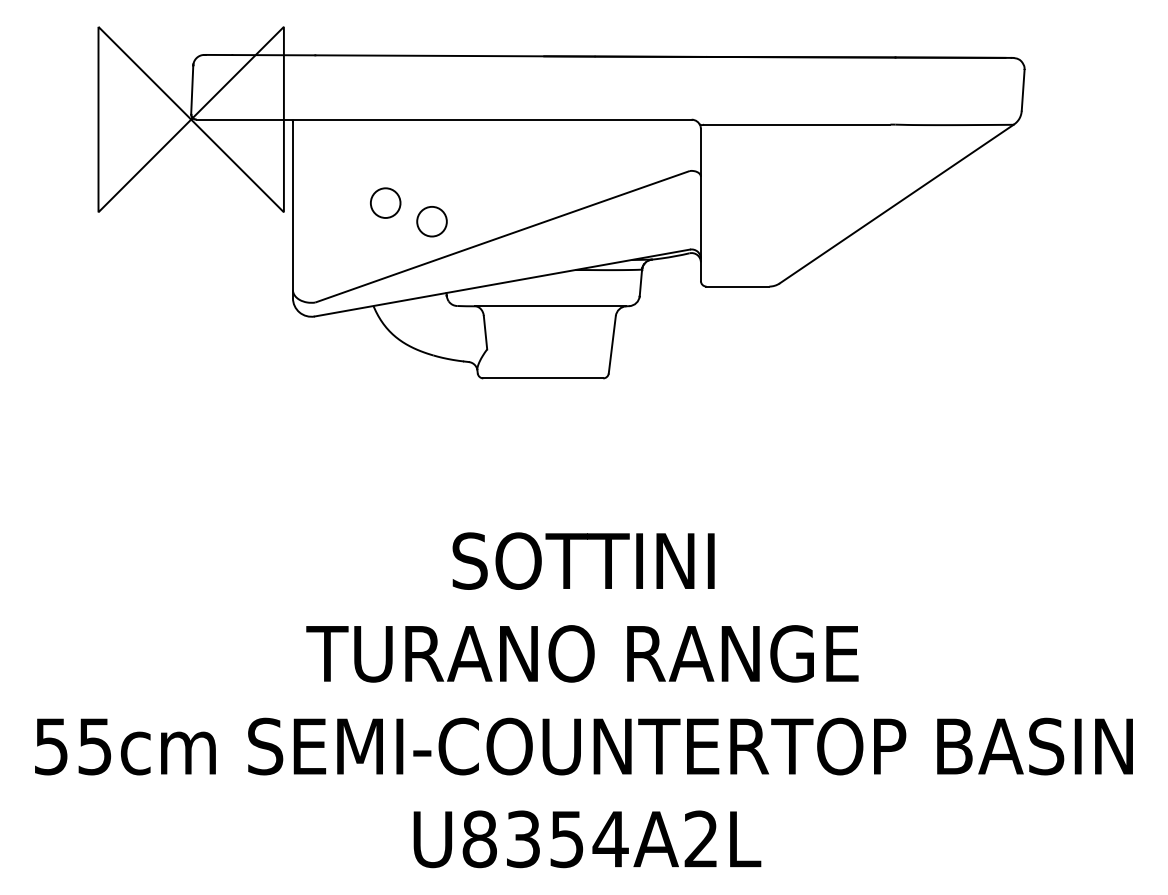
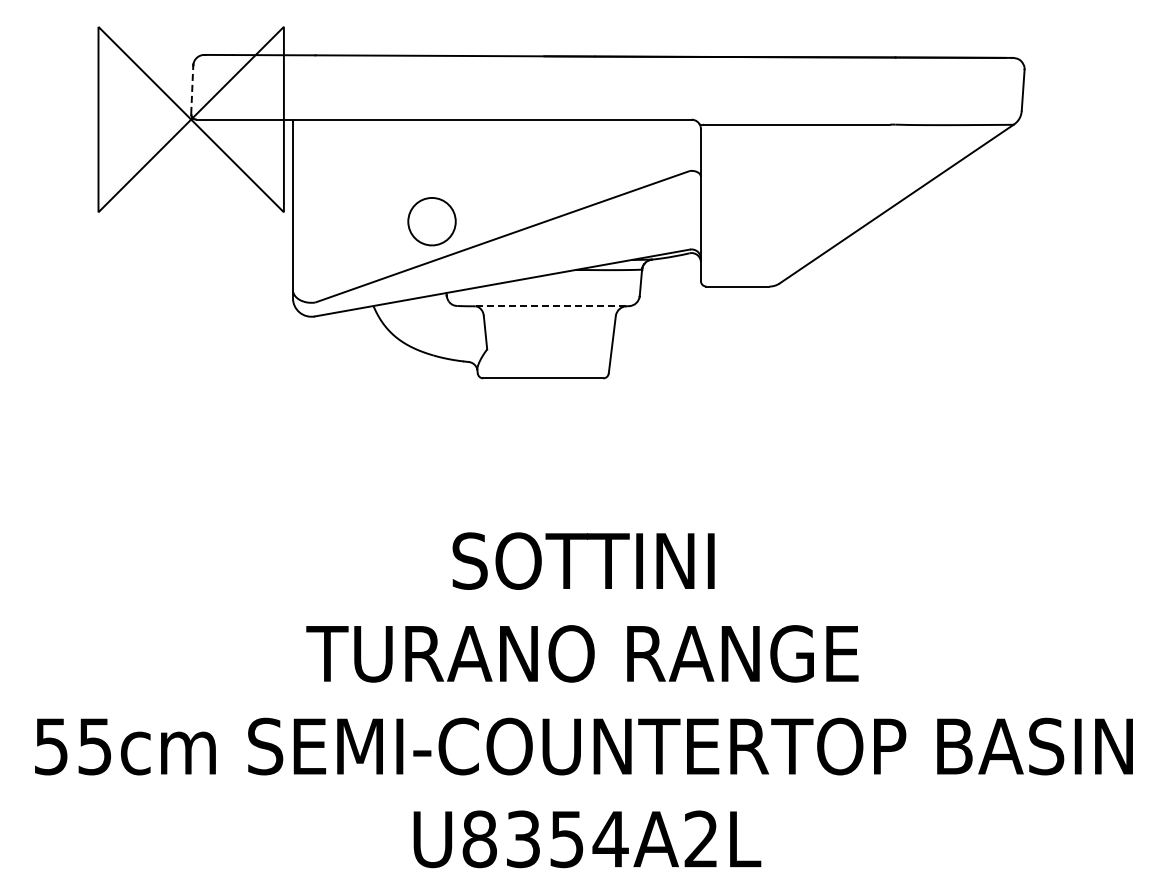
line at (192, 89): solid -> dashed
circle at (385, 202): present -> none
circle at (431, 221) diameter: 30 px -> 47 px
line at (550, 306): solid -> dashed
